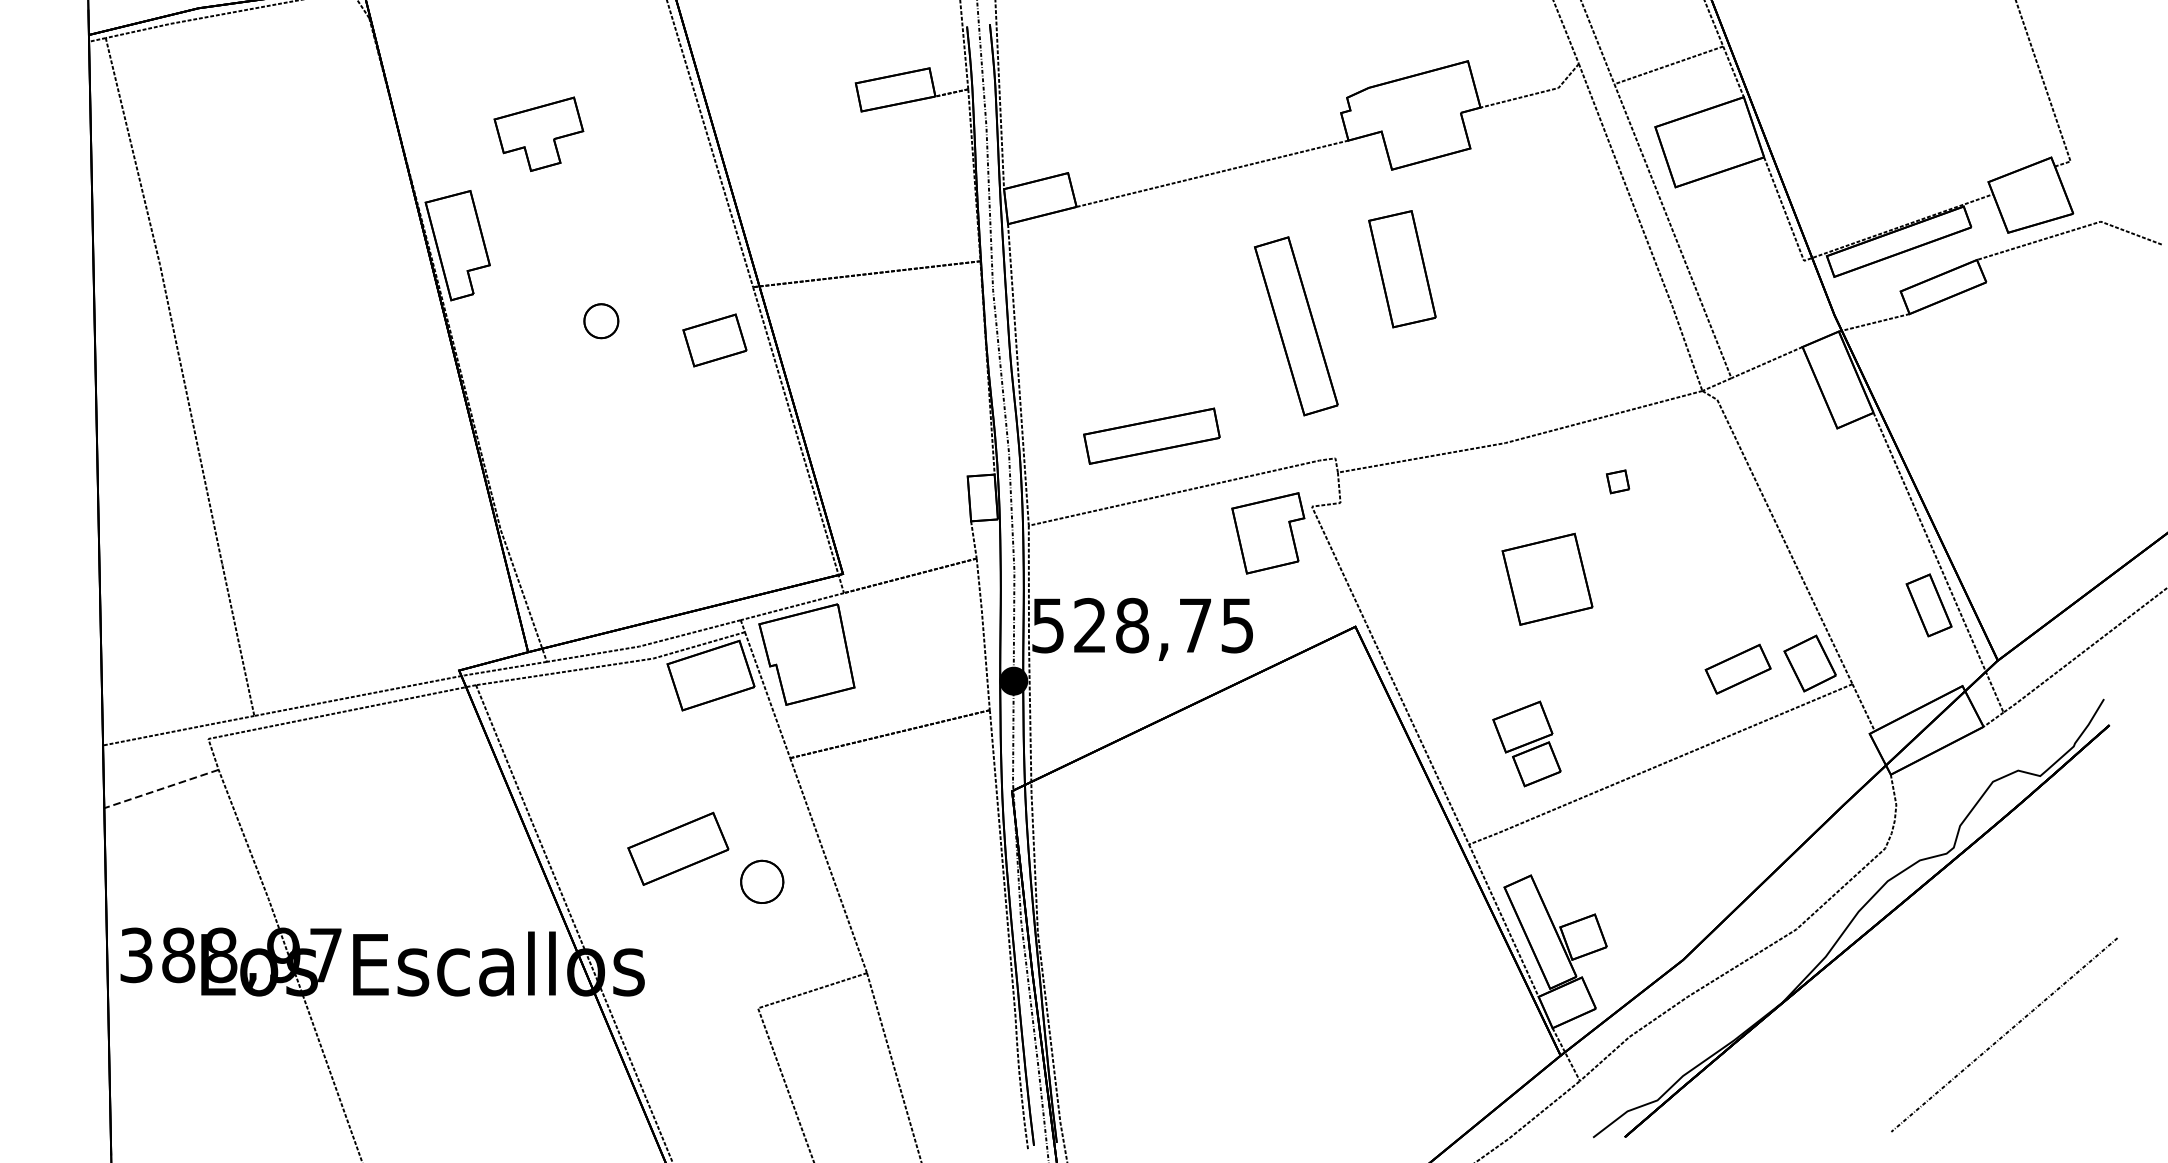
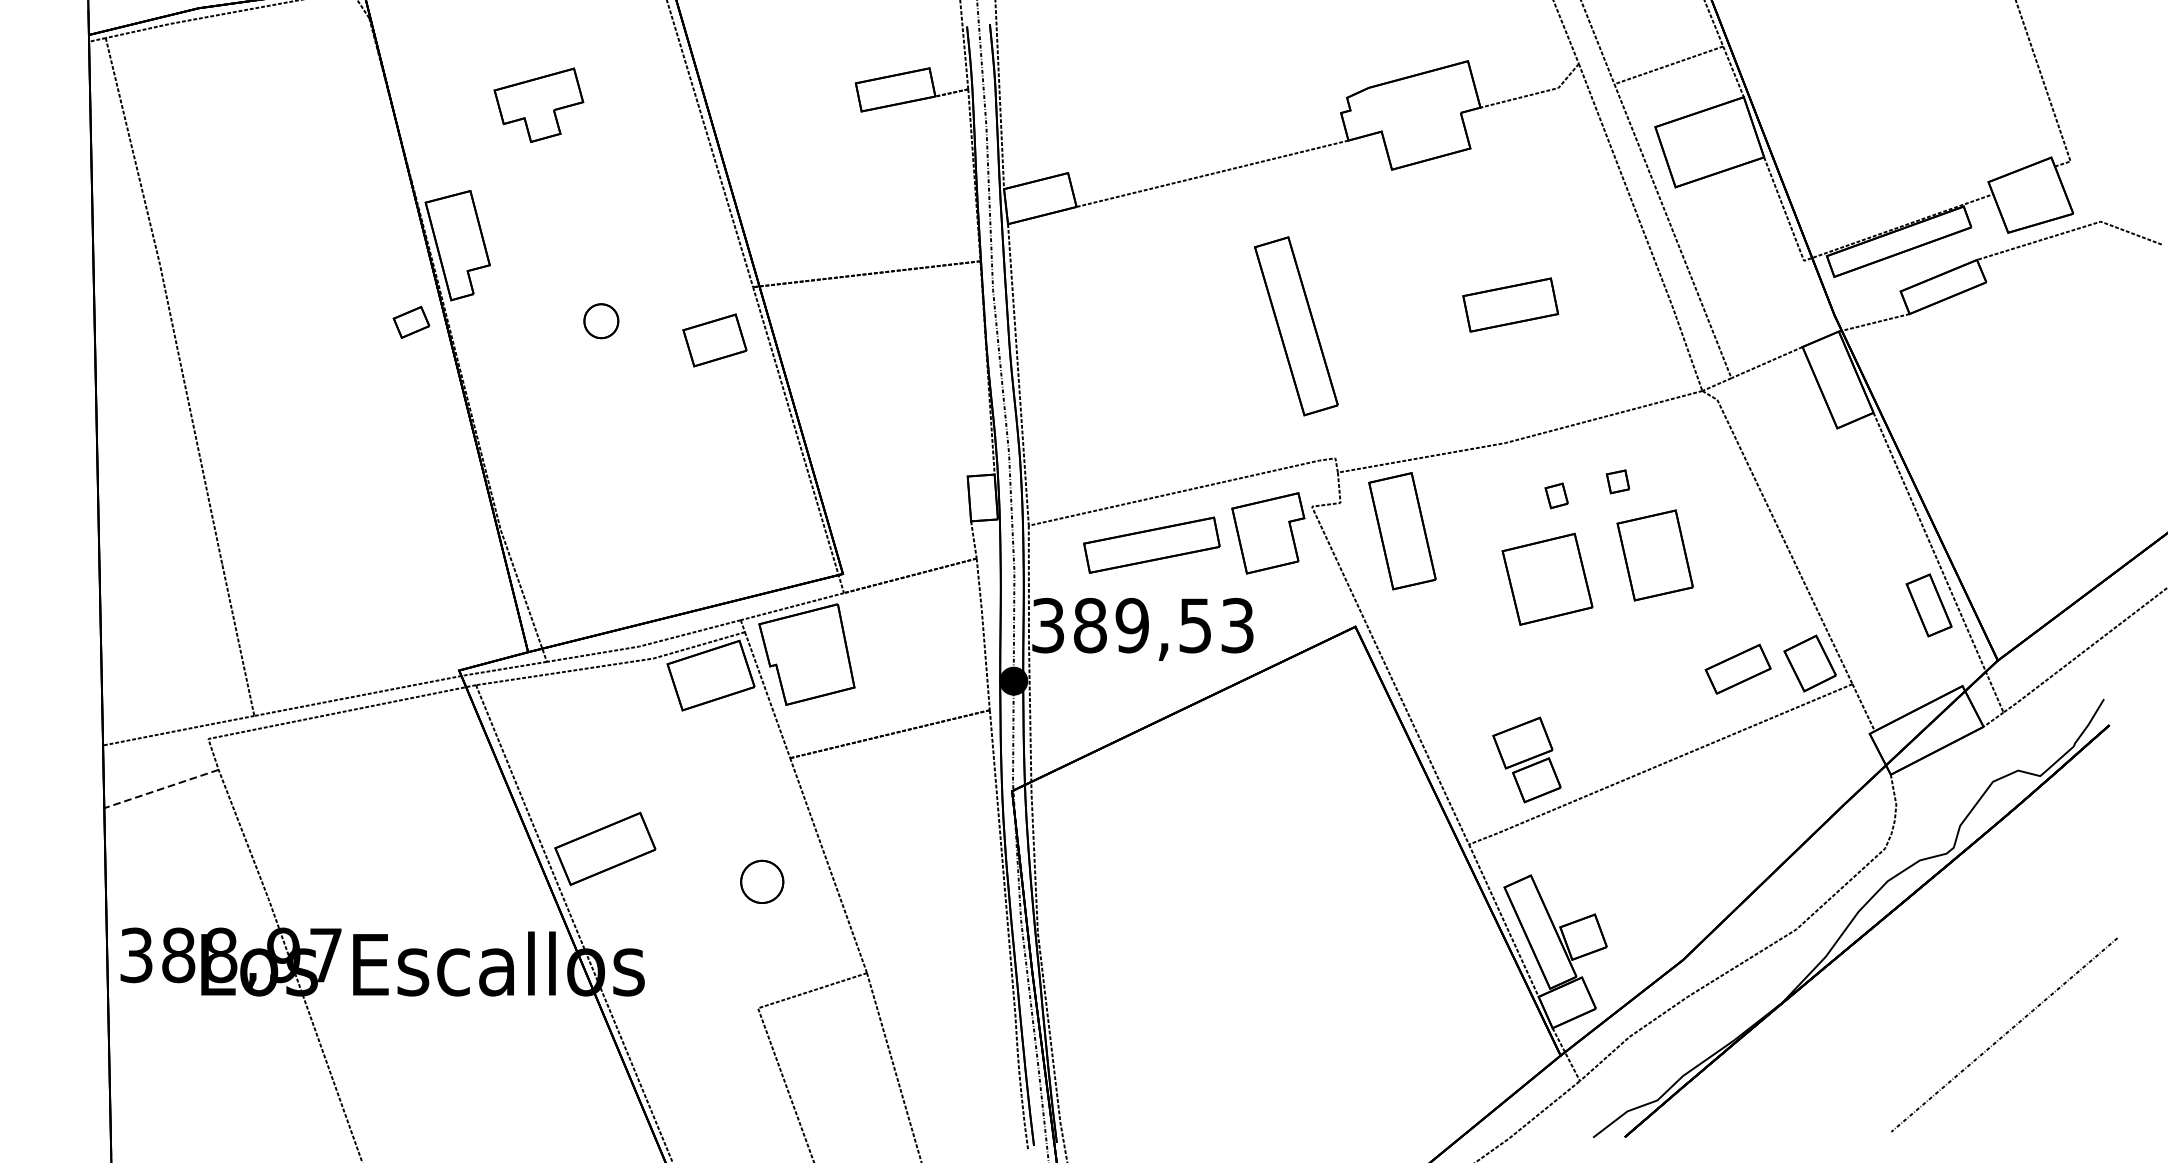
part at (538, 133) position: (538, 133) -> (538, 104)
part at (1402, 269) position: (1402, 269) -> (1402, 531)
part at (1510, 304): none -> present
part at (411, 321): none -> present
part at (1151, 435) position: (1151, 435) -> (1151, 544)
part at (1556, 495): none -> present
part at (1654, 555): none -> present
text at (1142, 625): 528,75 -> 389,53
part at (1526, 743) position: (1526, 743) -> (1526, 759)
part at (678, 848) position: (678, 848) -> (605, 848)
